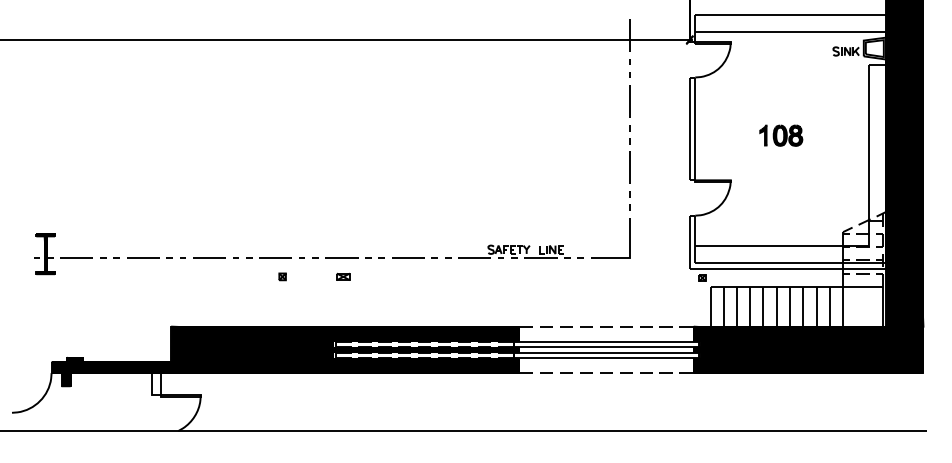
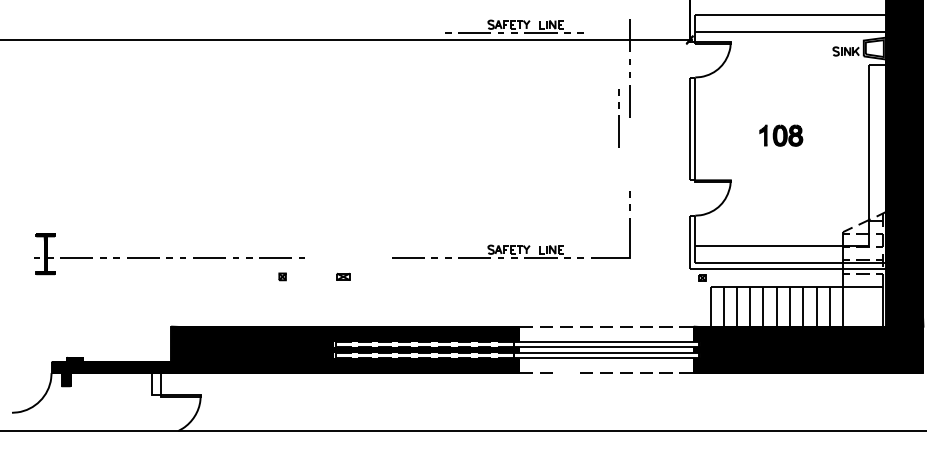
part at (514, 26): none -> present
line at (629, 154) position: (629, 154) -> (618, 118)
line at (348, 257): present -> none
line at (566, 372): present -> none
